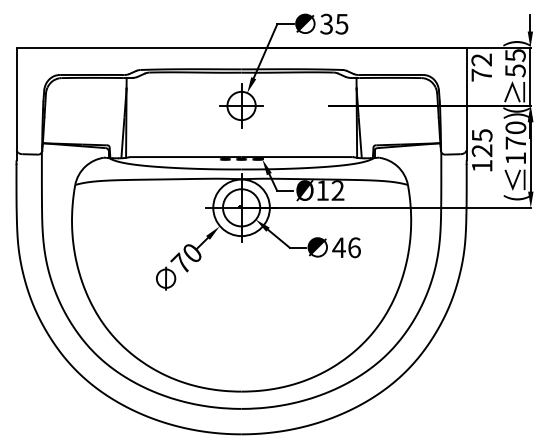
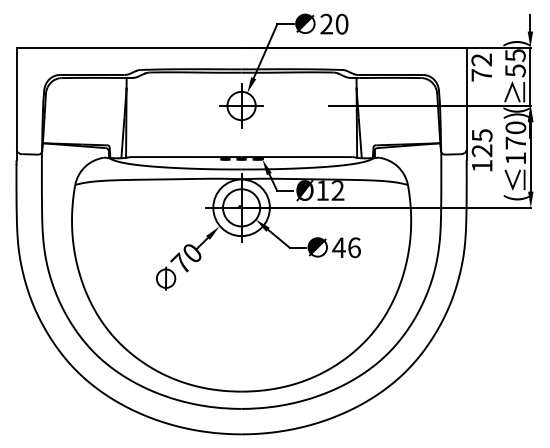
text at (334, 23): 35 -> 20
